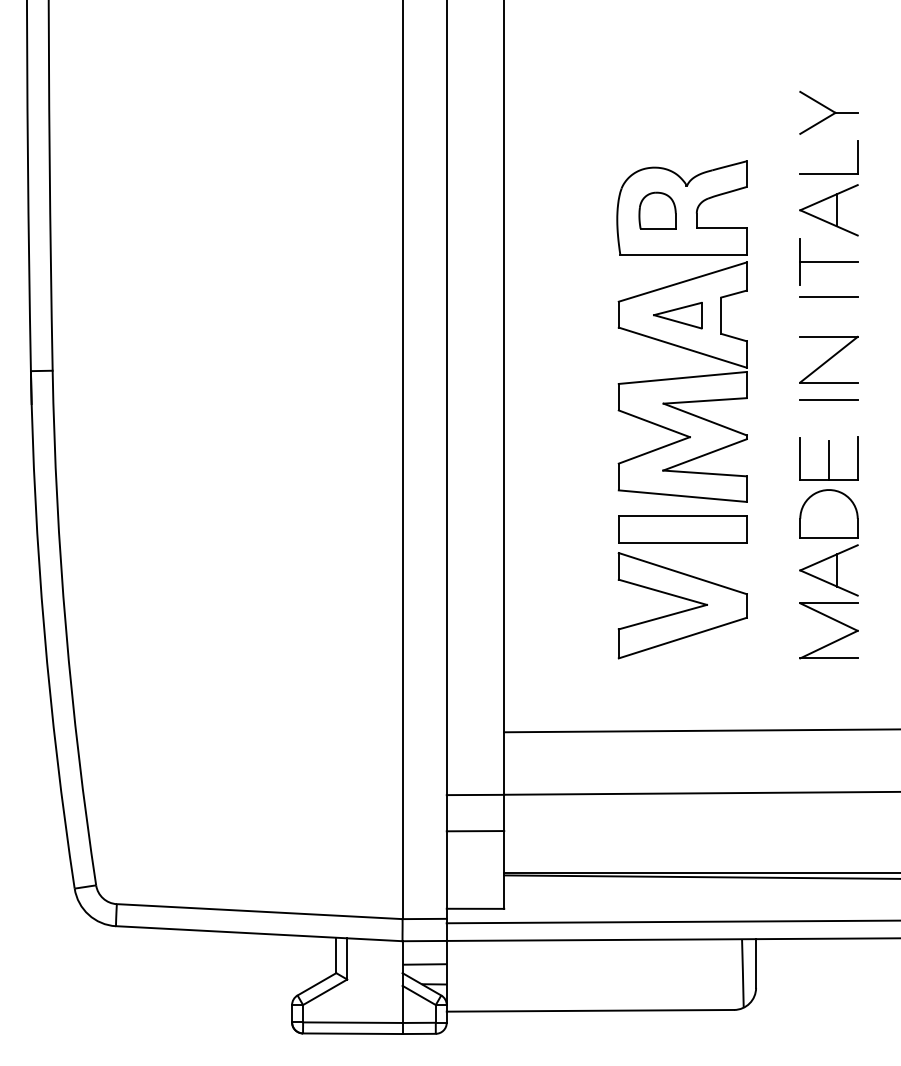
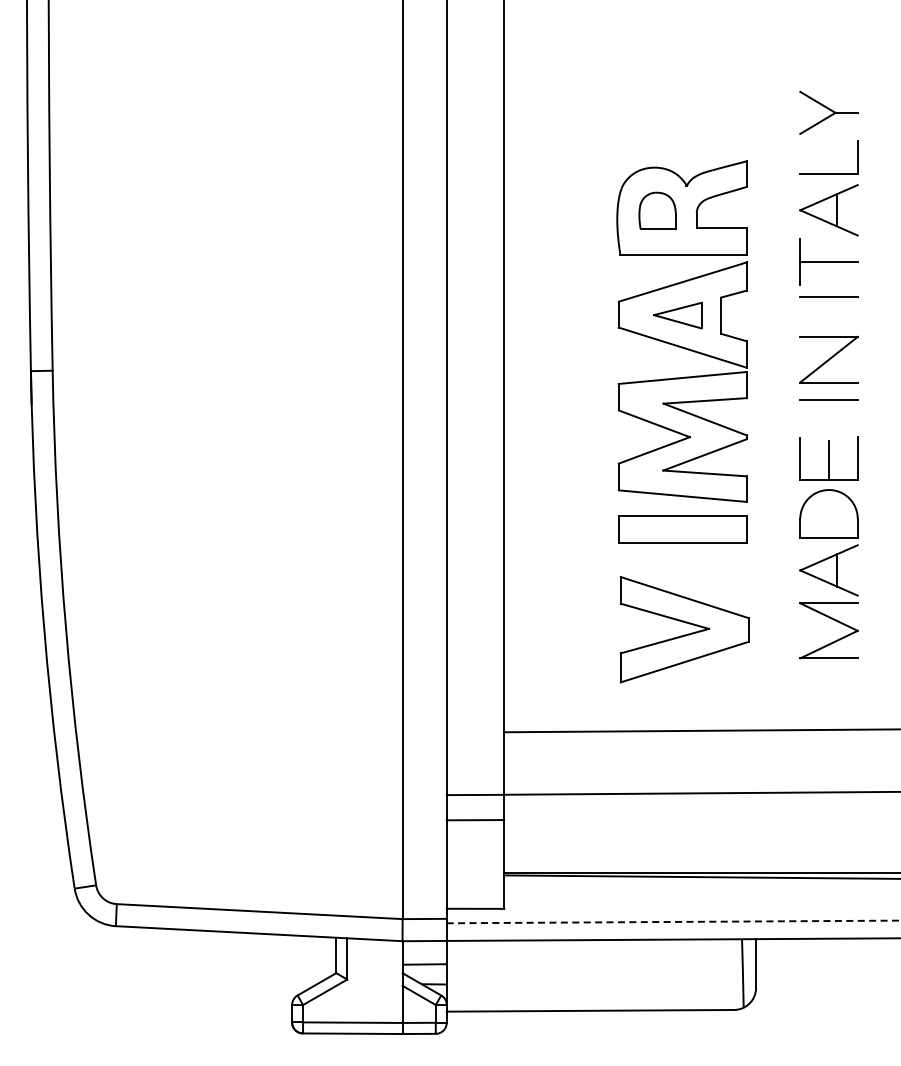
part at (682, 605) position: (682, 605) -> (684, 629)
line at (475, 831) position: (475, 831) -> (475, 820)
line at (673, 921): solid -> dashed
